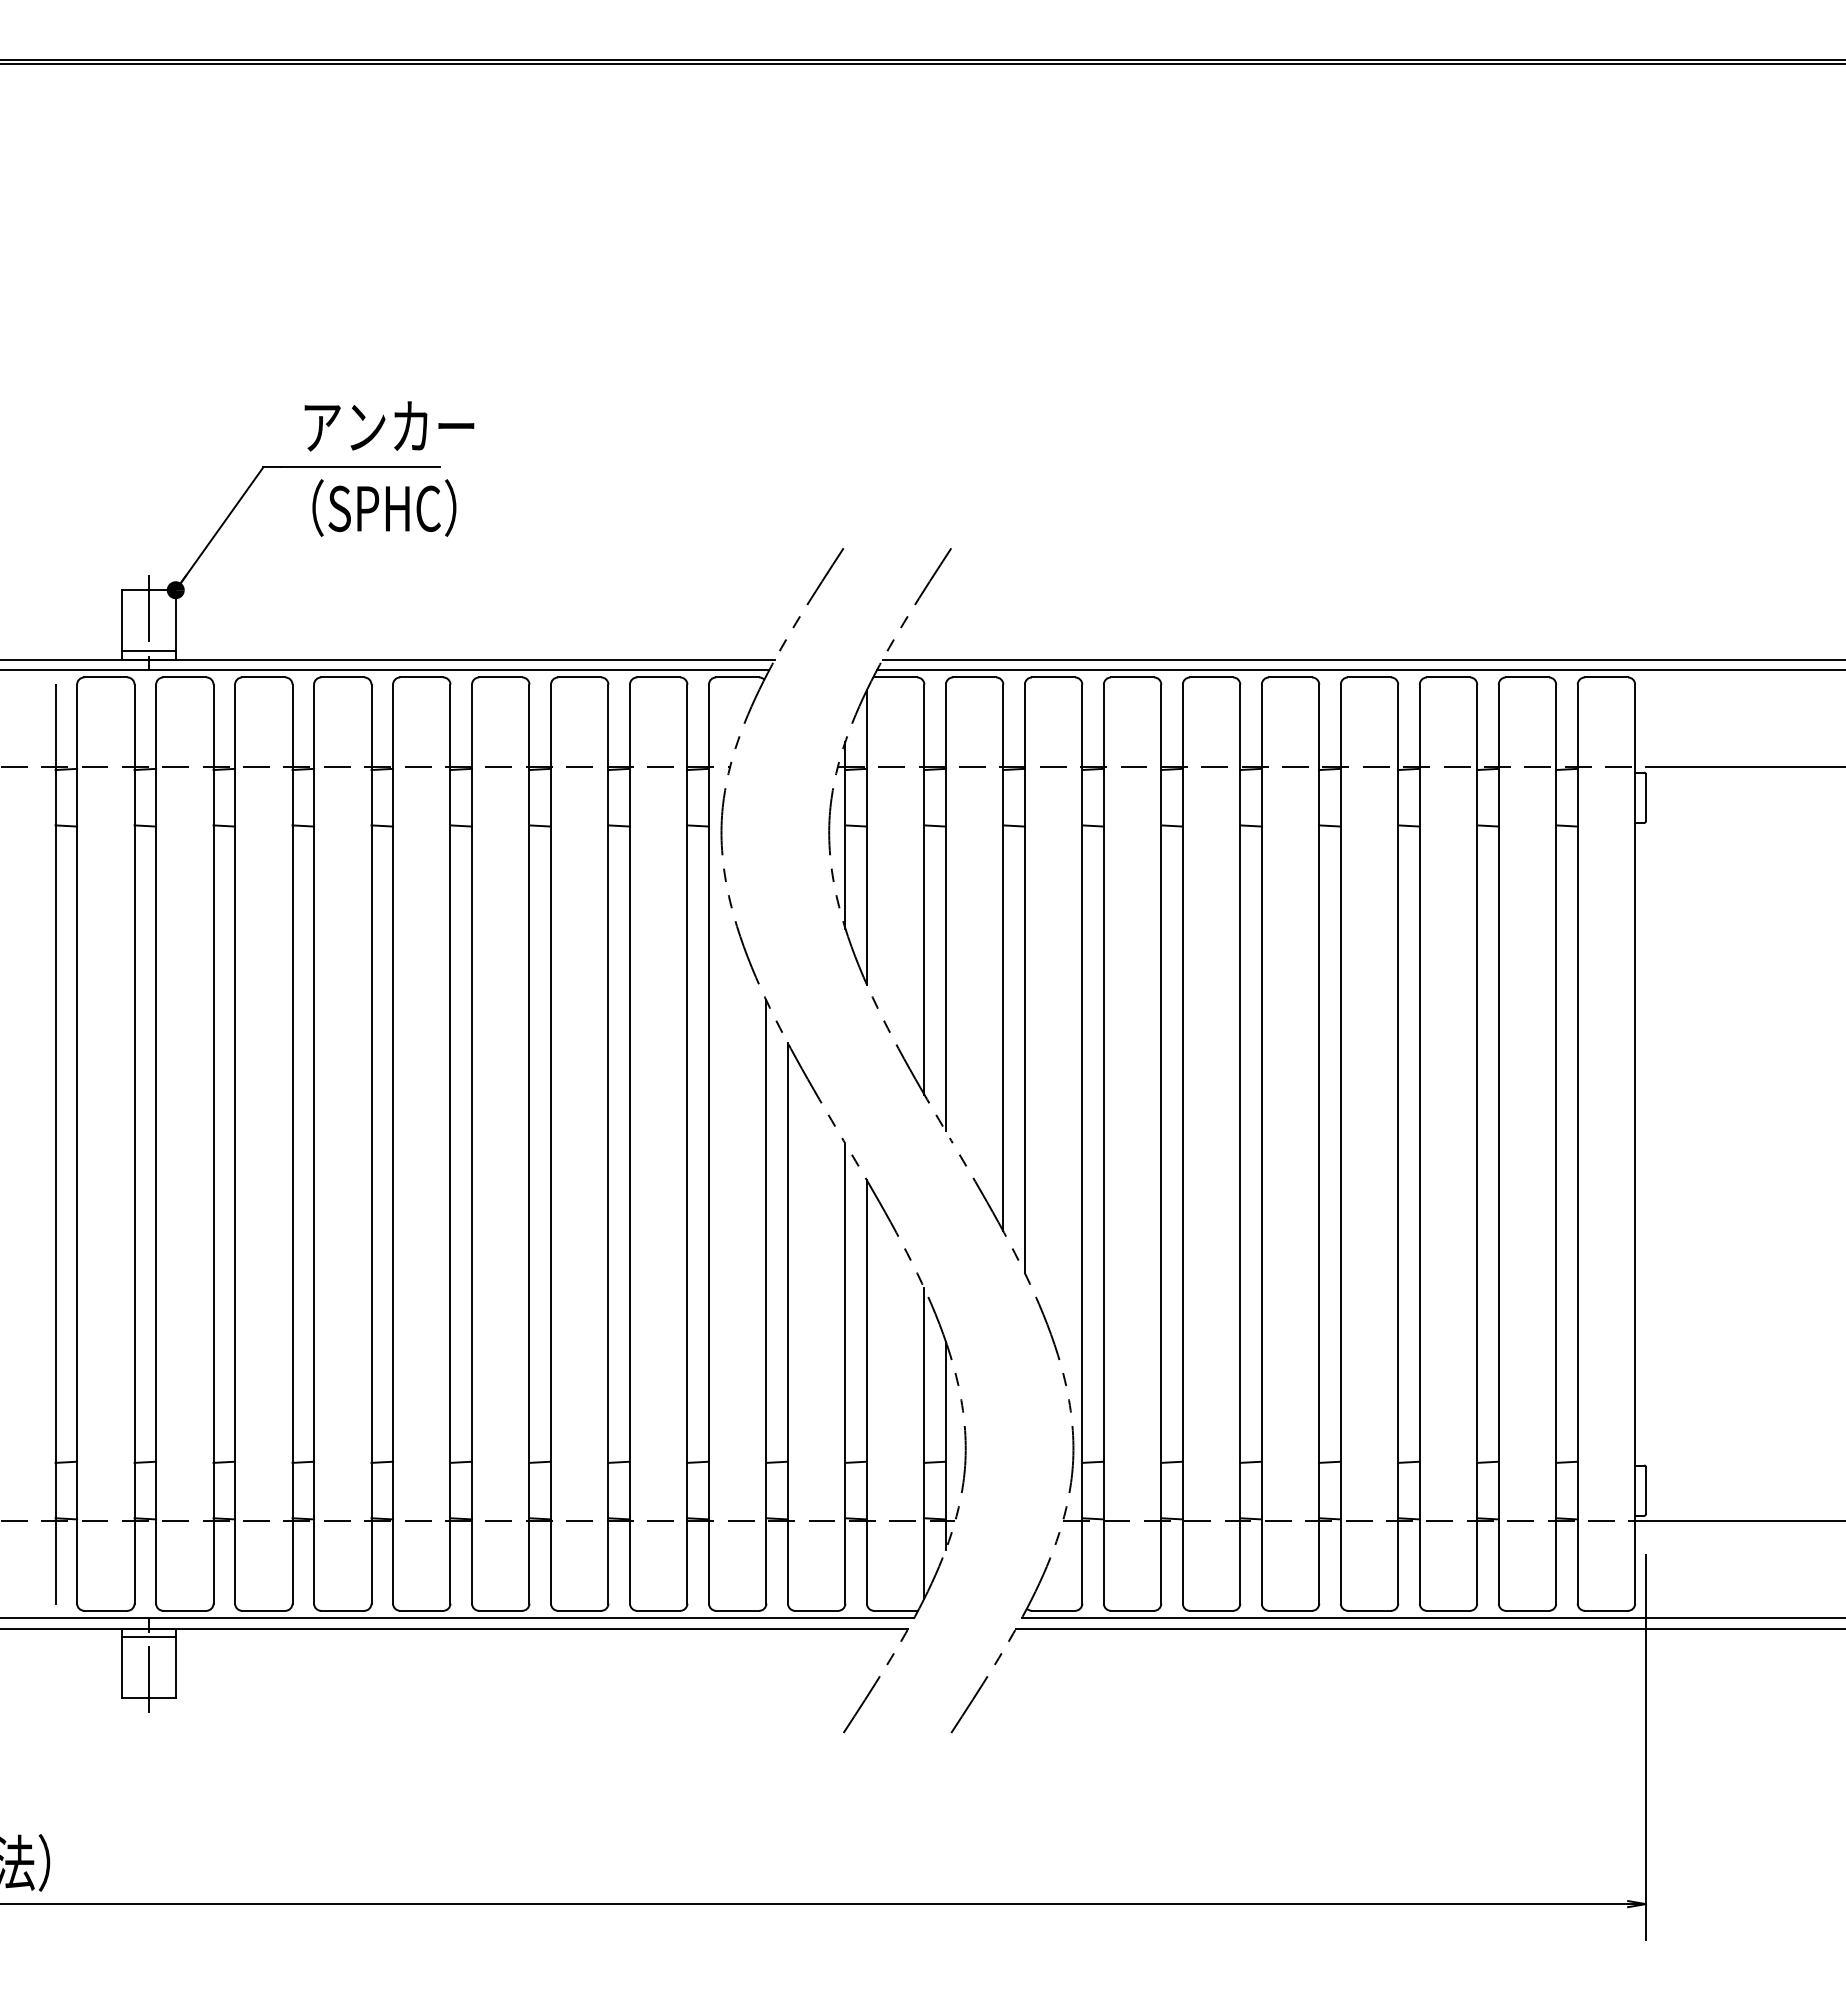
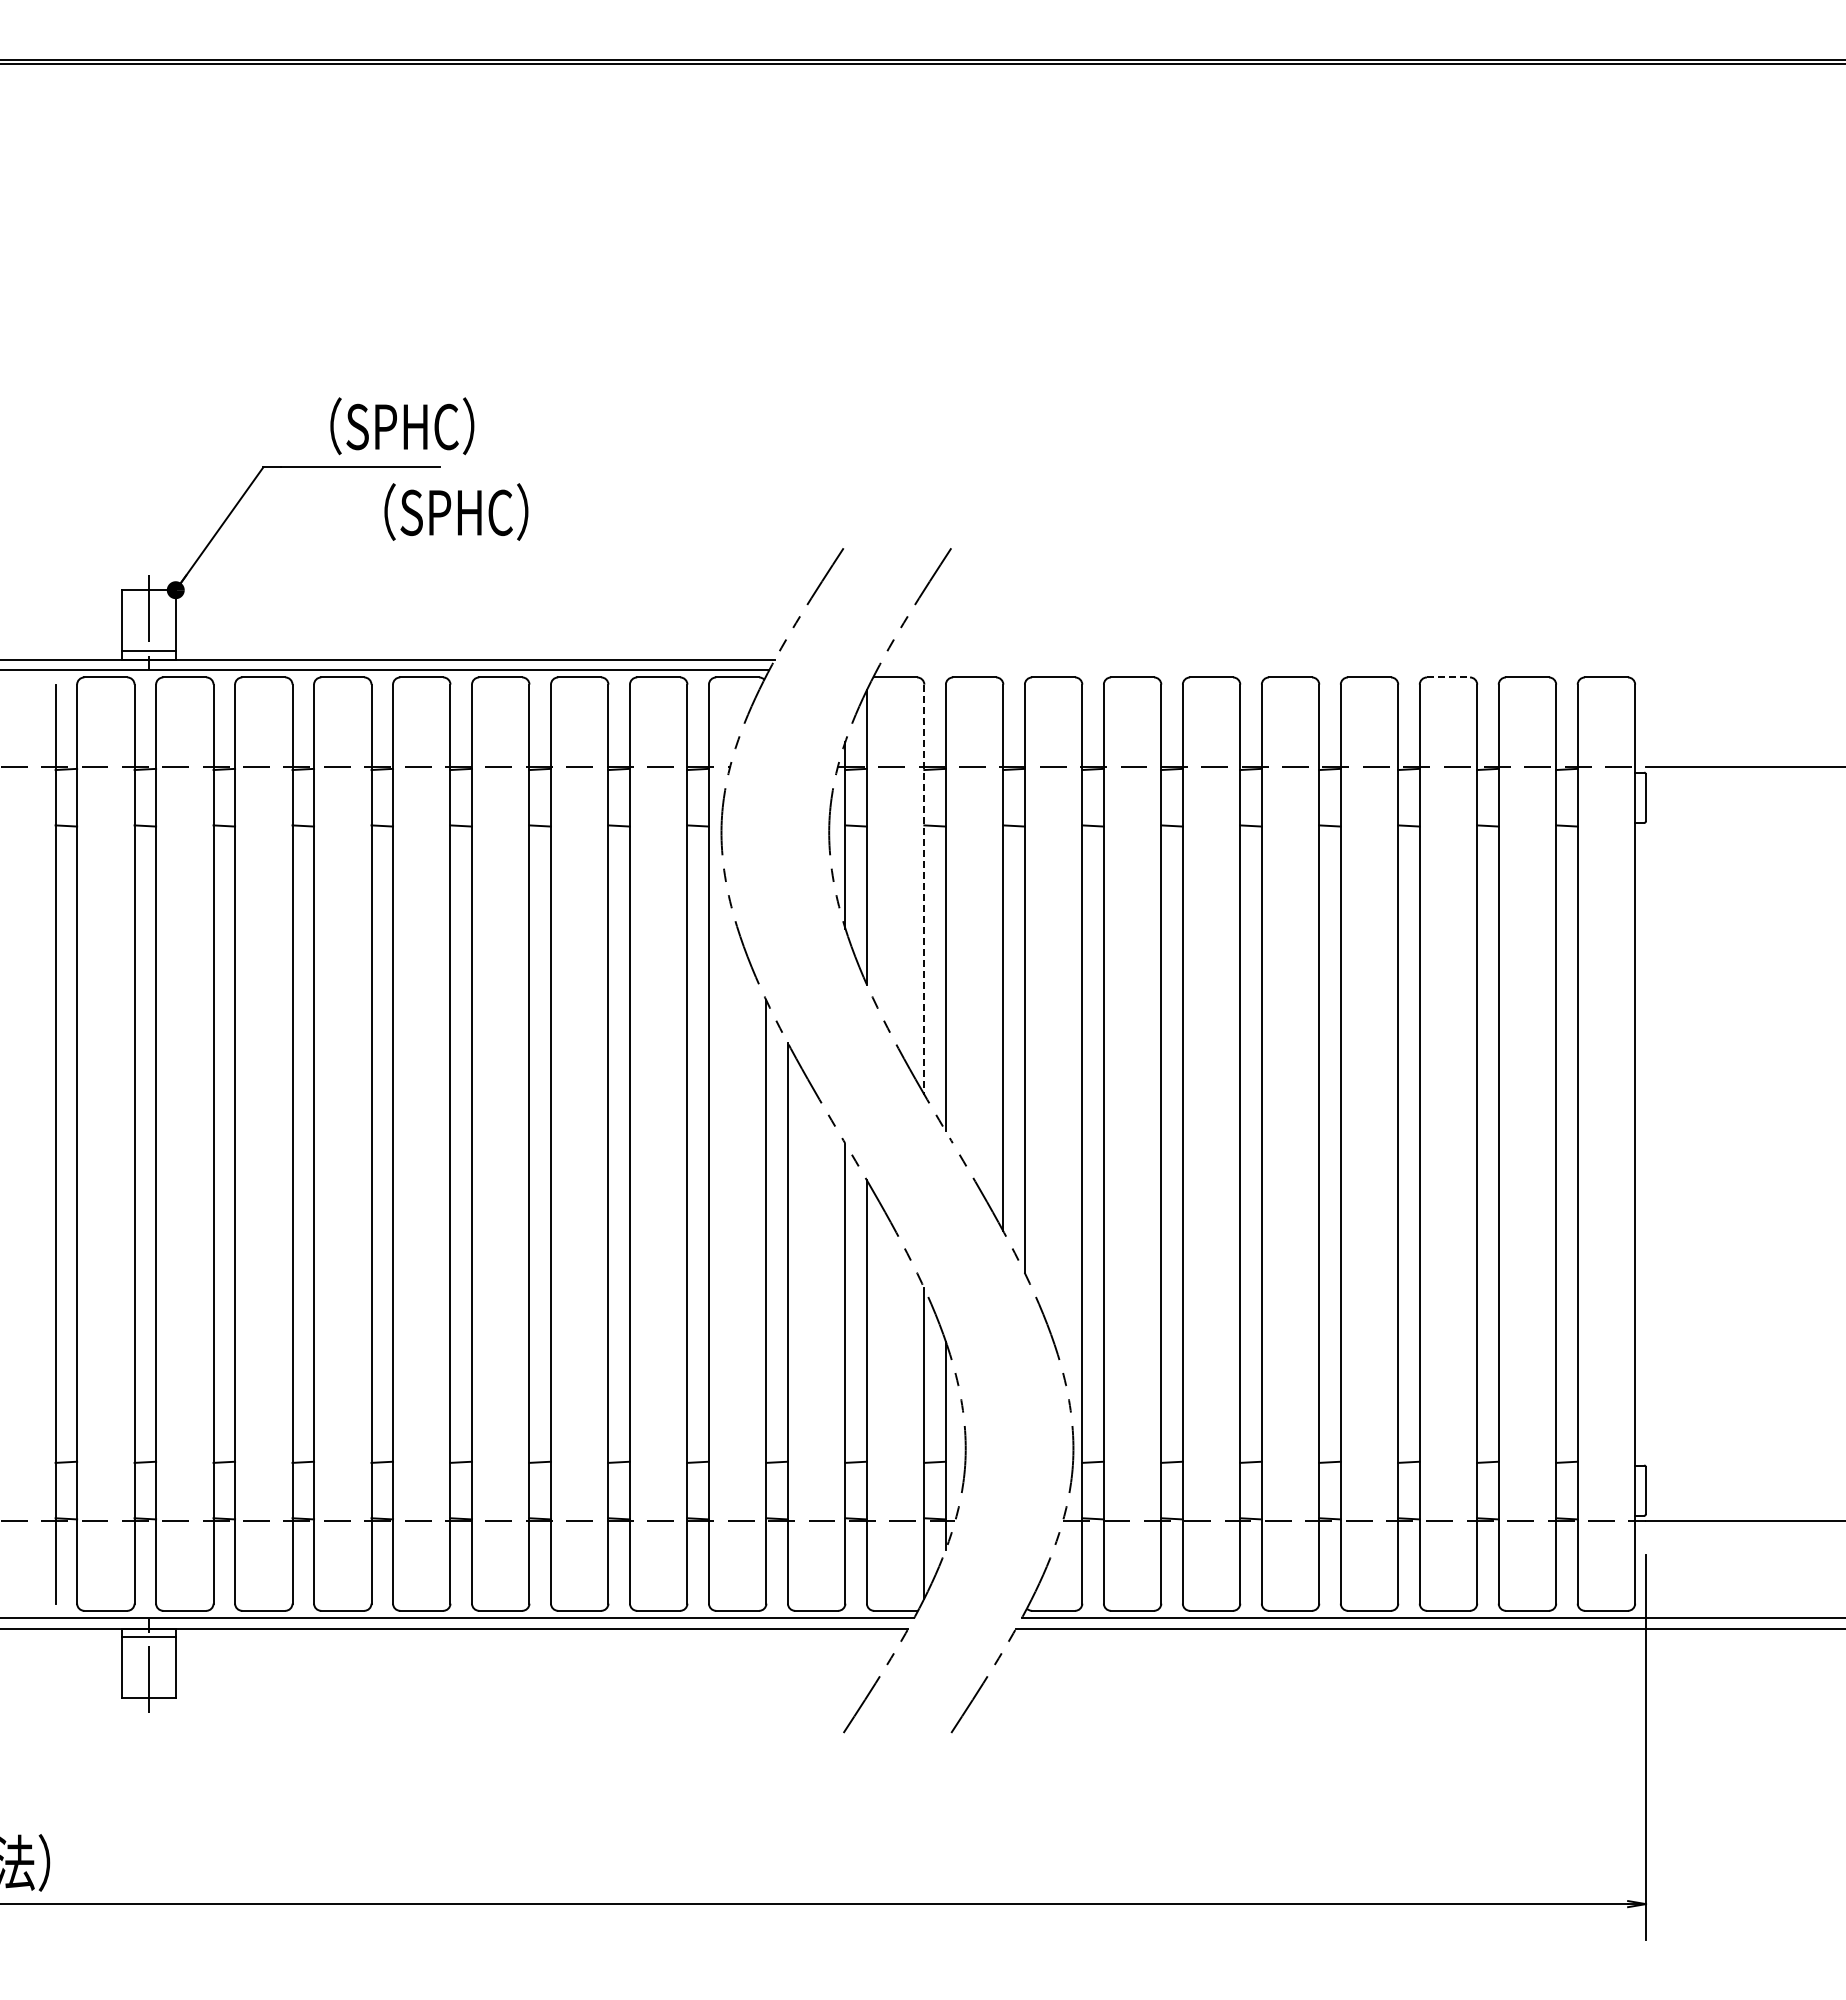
text at (389, 426): アンカー -> （SPHC）
text at (384, 507) position: (384, 507) -> (456, 511)
line at (1362, 659): present -> none
line at (1359, 670): present -> none
line at (1448, 677): solid -> dashed
line at (924, 890): solid -> dashed
